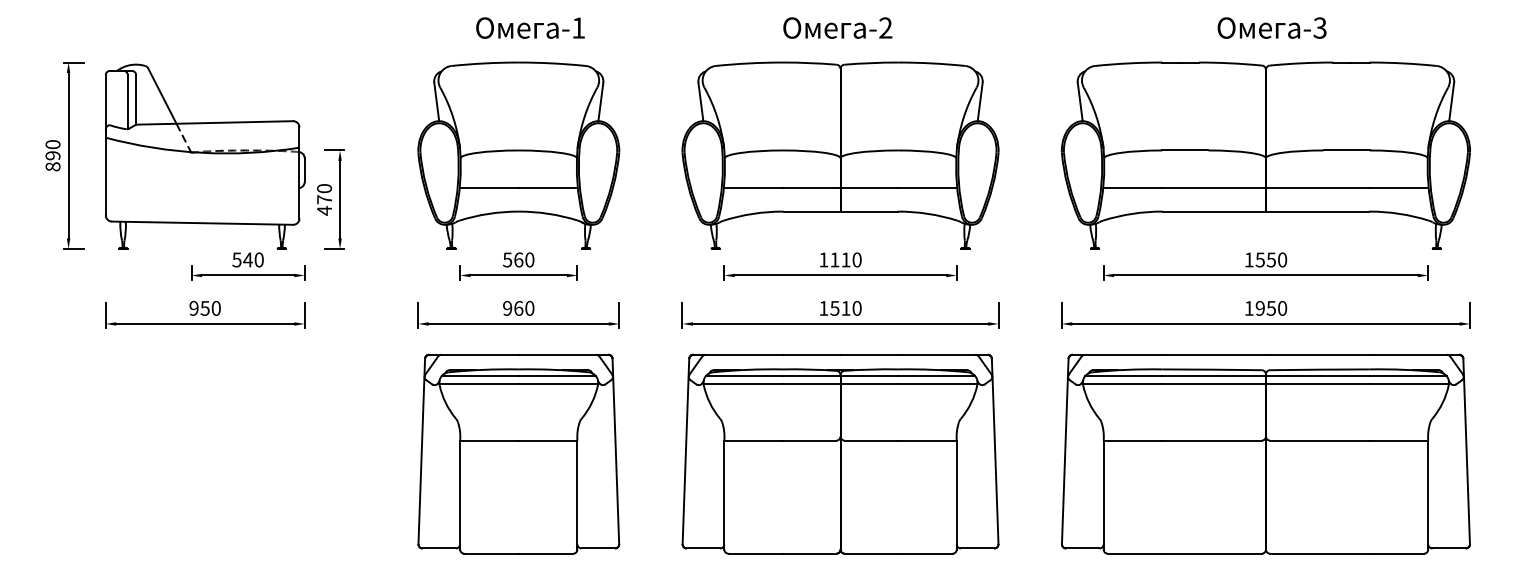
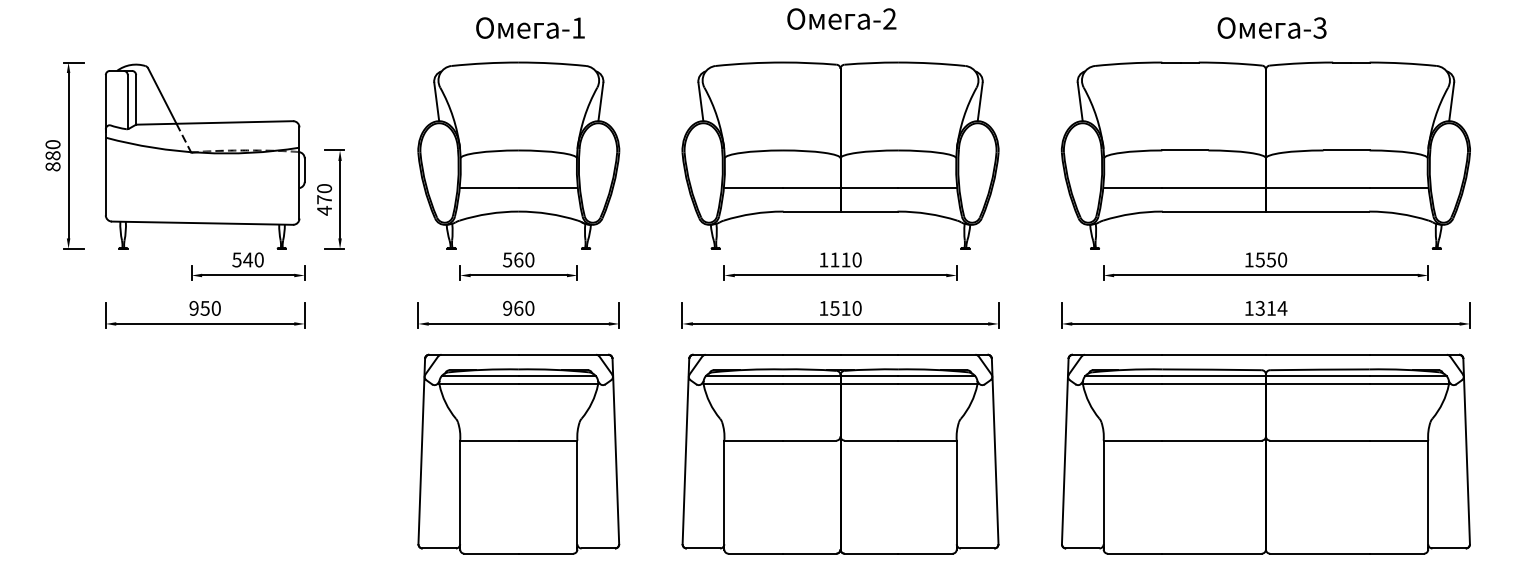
text at (837, 27) position: (837, 27) -> (841, 18)
text at (52, 155): 890 -> 880
text at (1271, 307): 1950 -> 1314
